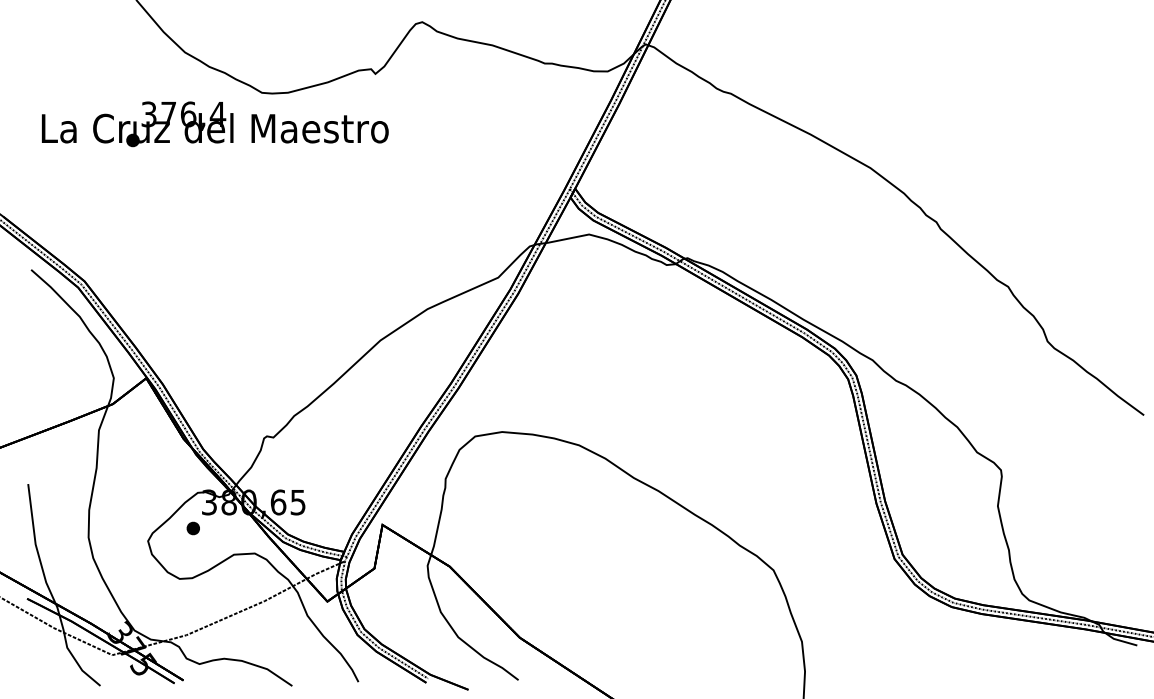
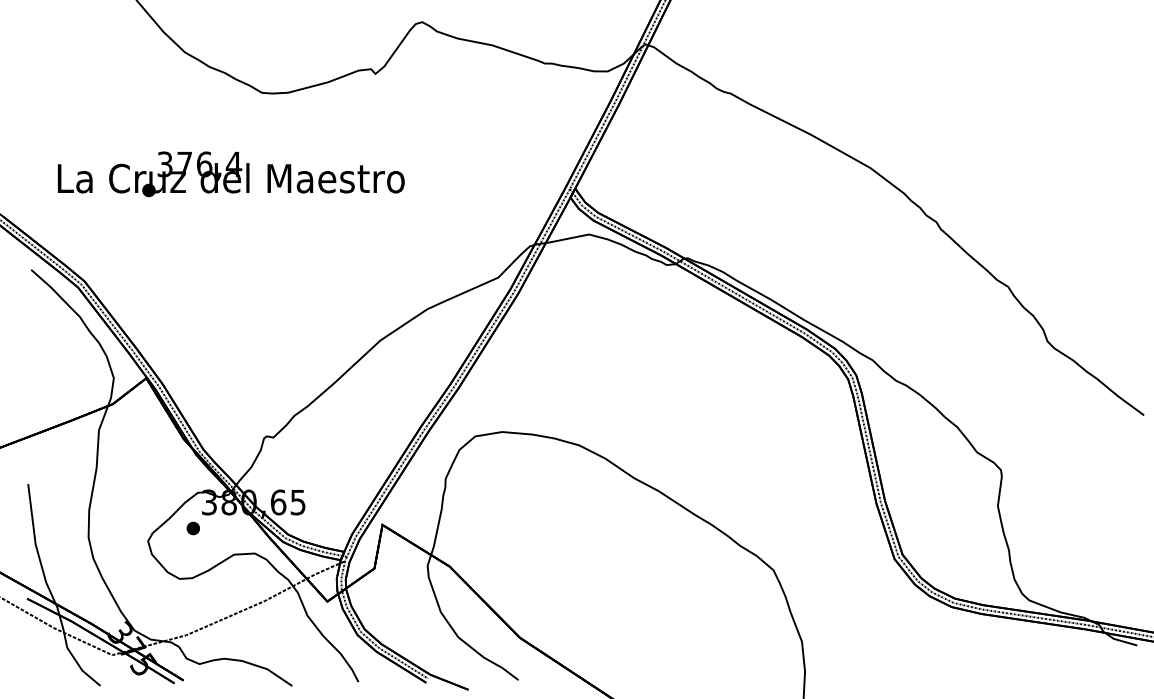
text at (215, 124) position: (215, 124) -> (231, 174)
